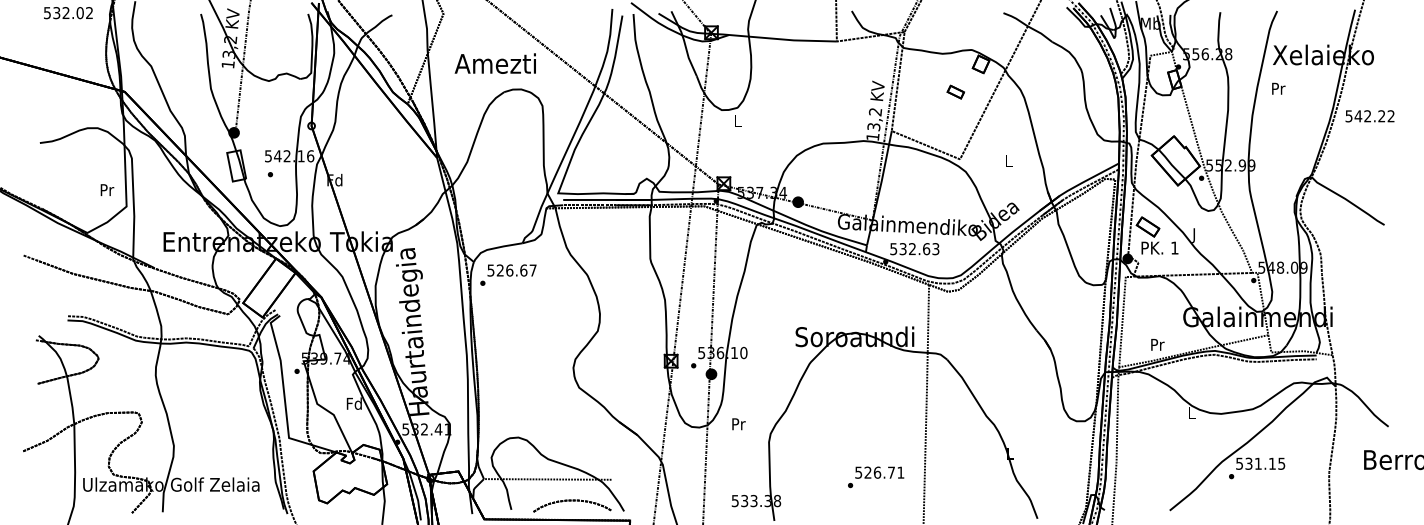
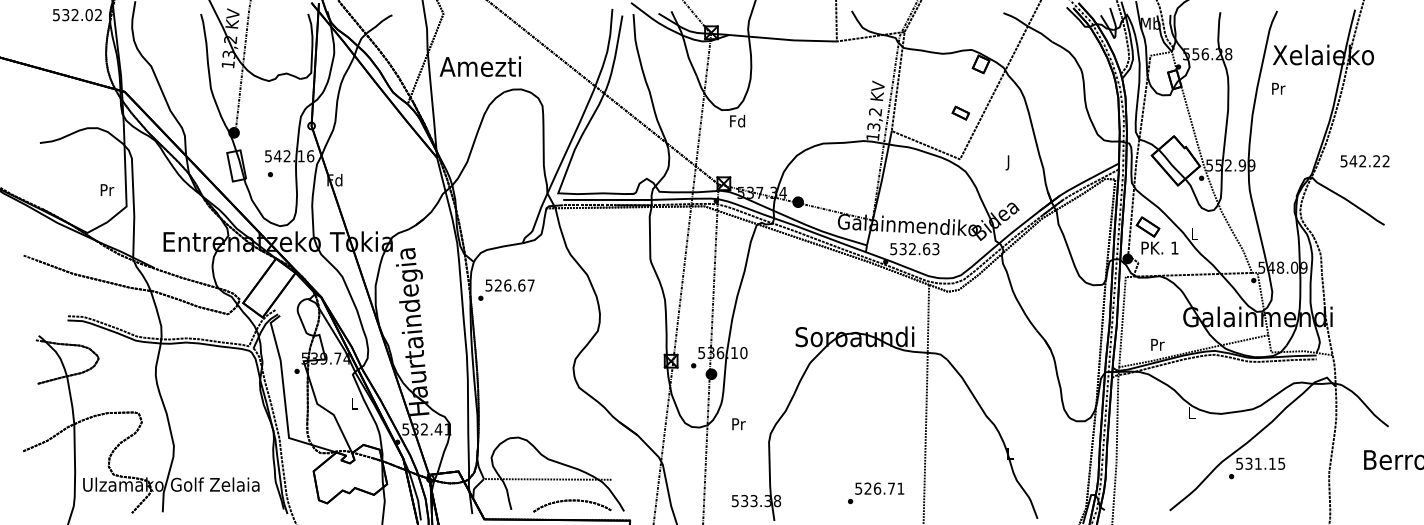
text at (68, 13) position: (68, 13) -> (77, 15)
text at (494, 63) position: (494, 63) -> (479, 66)
part at (955, 91) position: (955, 91) -> (960, 112)
text at (1369, 116) position: (1369, 116) -> (1364, 161)
text at (737, 120): L -> Fd
text at (1008, 162): L -> J
text at (1194, 235): J -> L
text at (508, 274) position: (508, 274) -> (506, 289)
text at (353, 403): Fd -> L
text at (876, 477) position: (876, 477) -> (876, 493)
